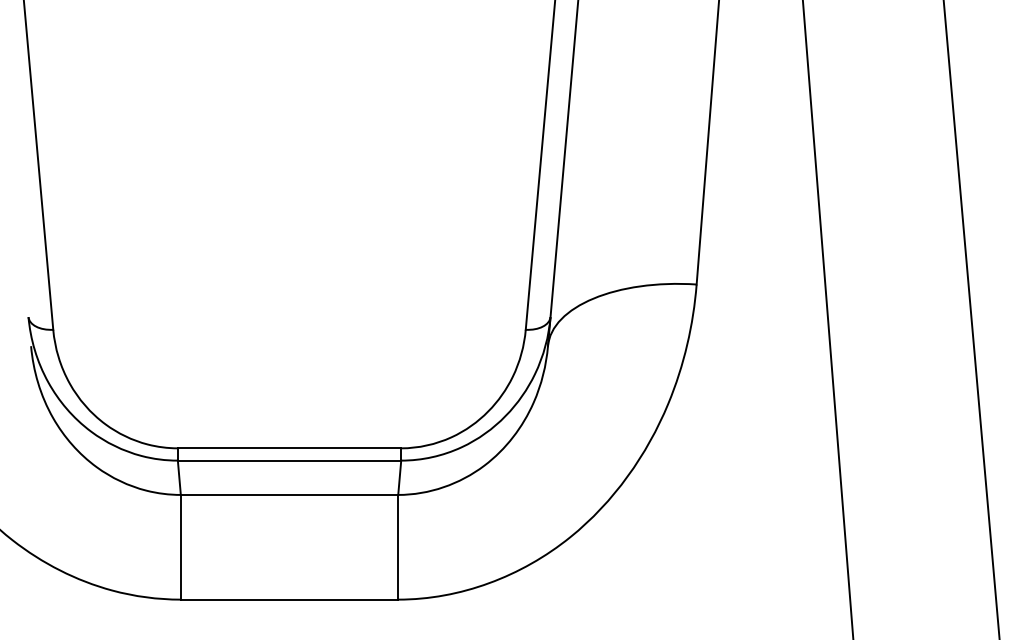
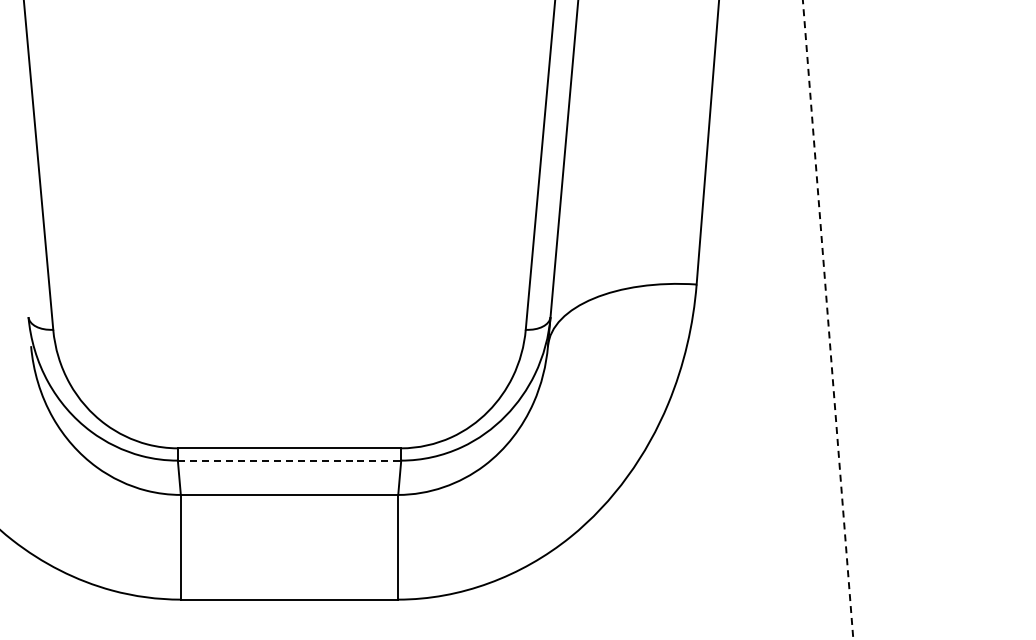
line at (828, 319): solid -> dashed
line at (971, 319): present -> none
line at (289, 460): solid -> dashed
